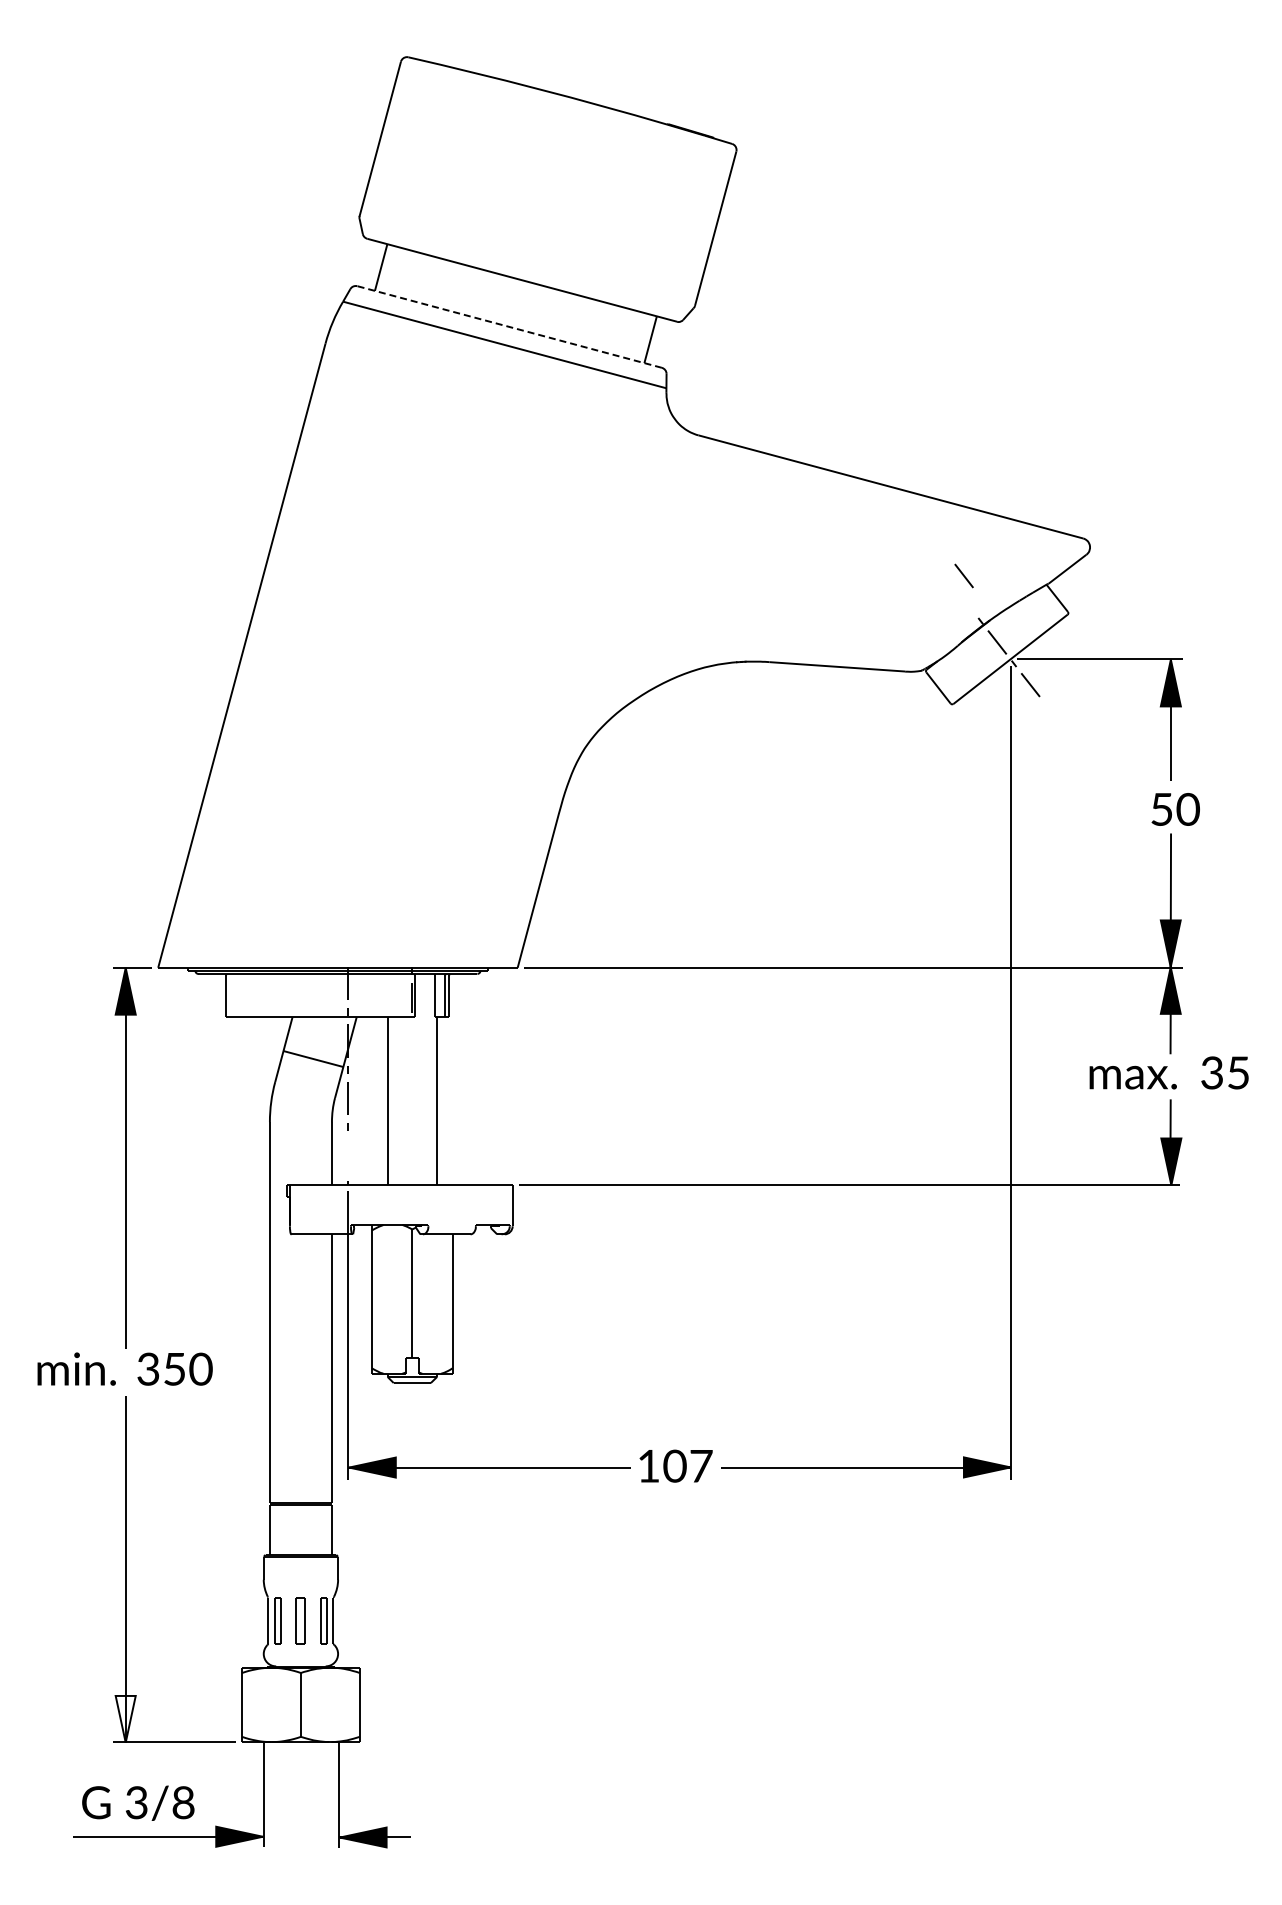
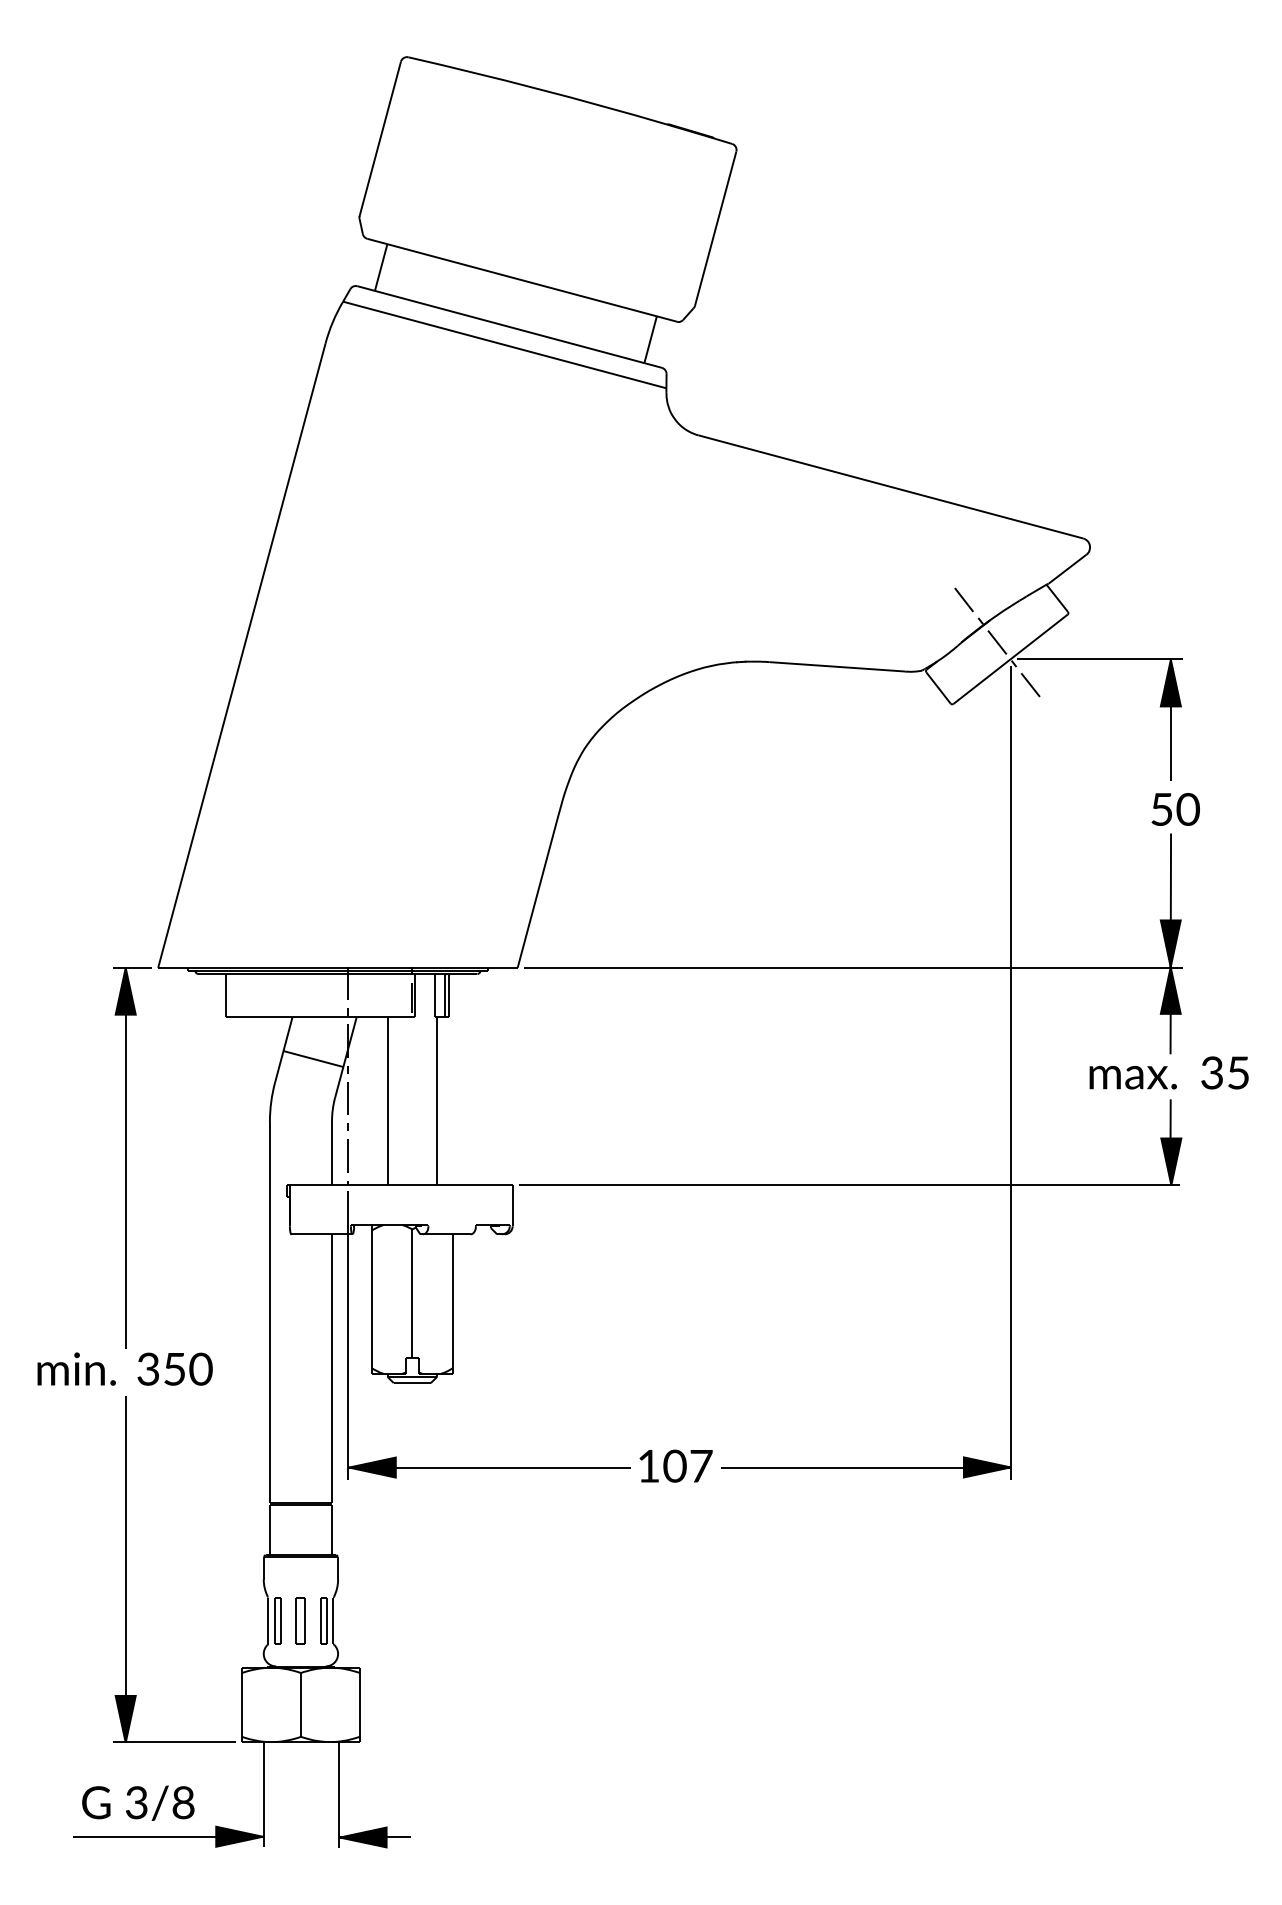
line at (509, 327): dashed -> solid
line at (963, 575) position: (963, 575) -> (963, 599)
line at (347, 1155): none -> present
fill at (125, 1718): none -> present
